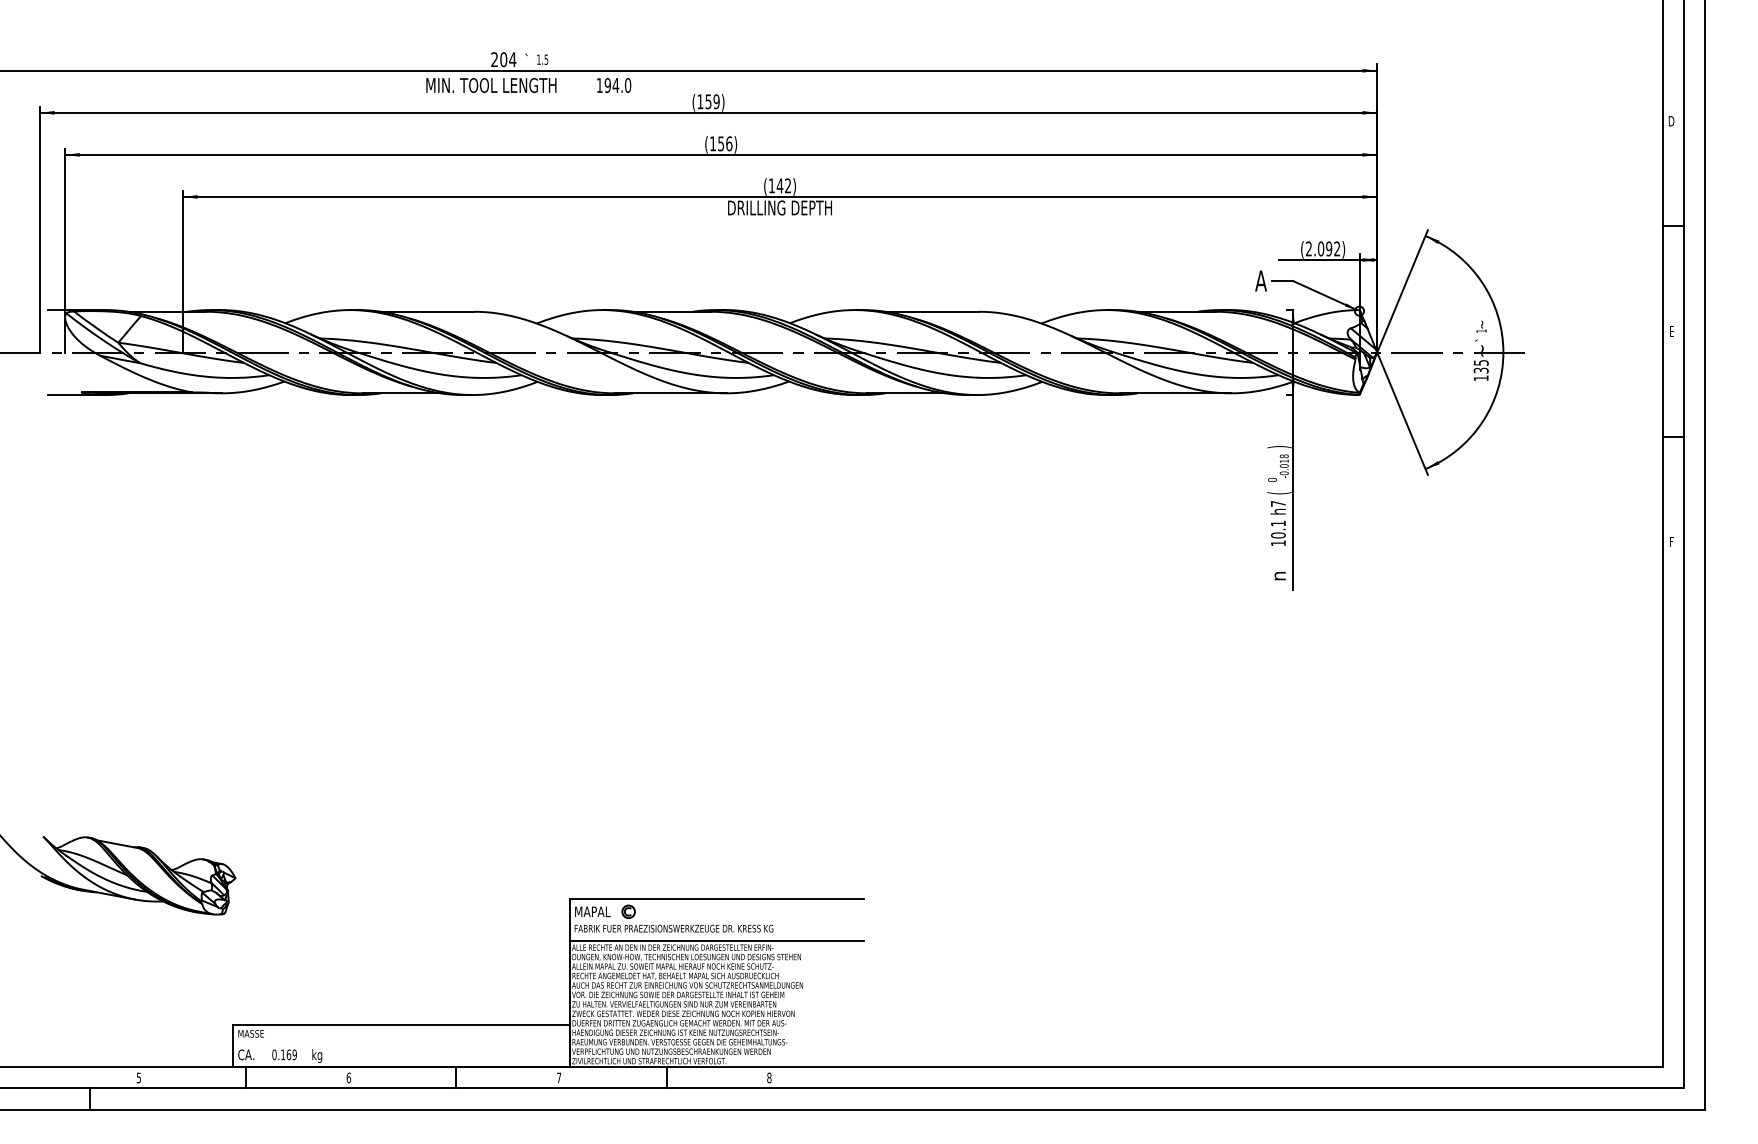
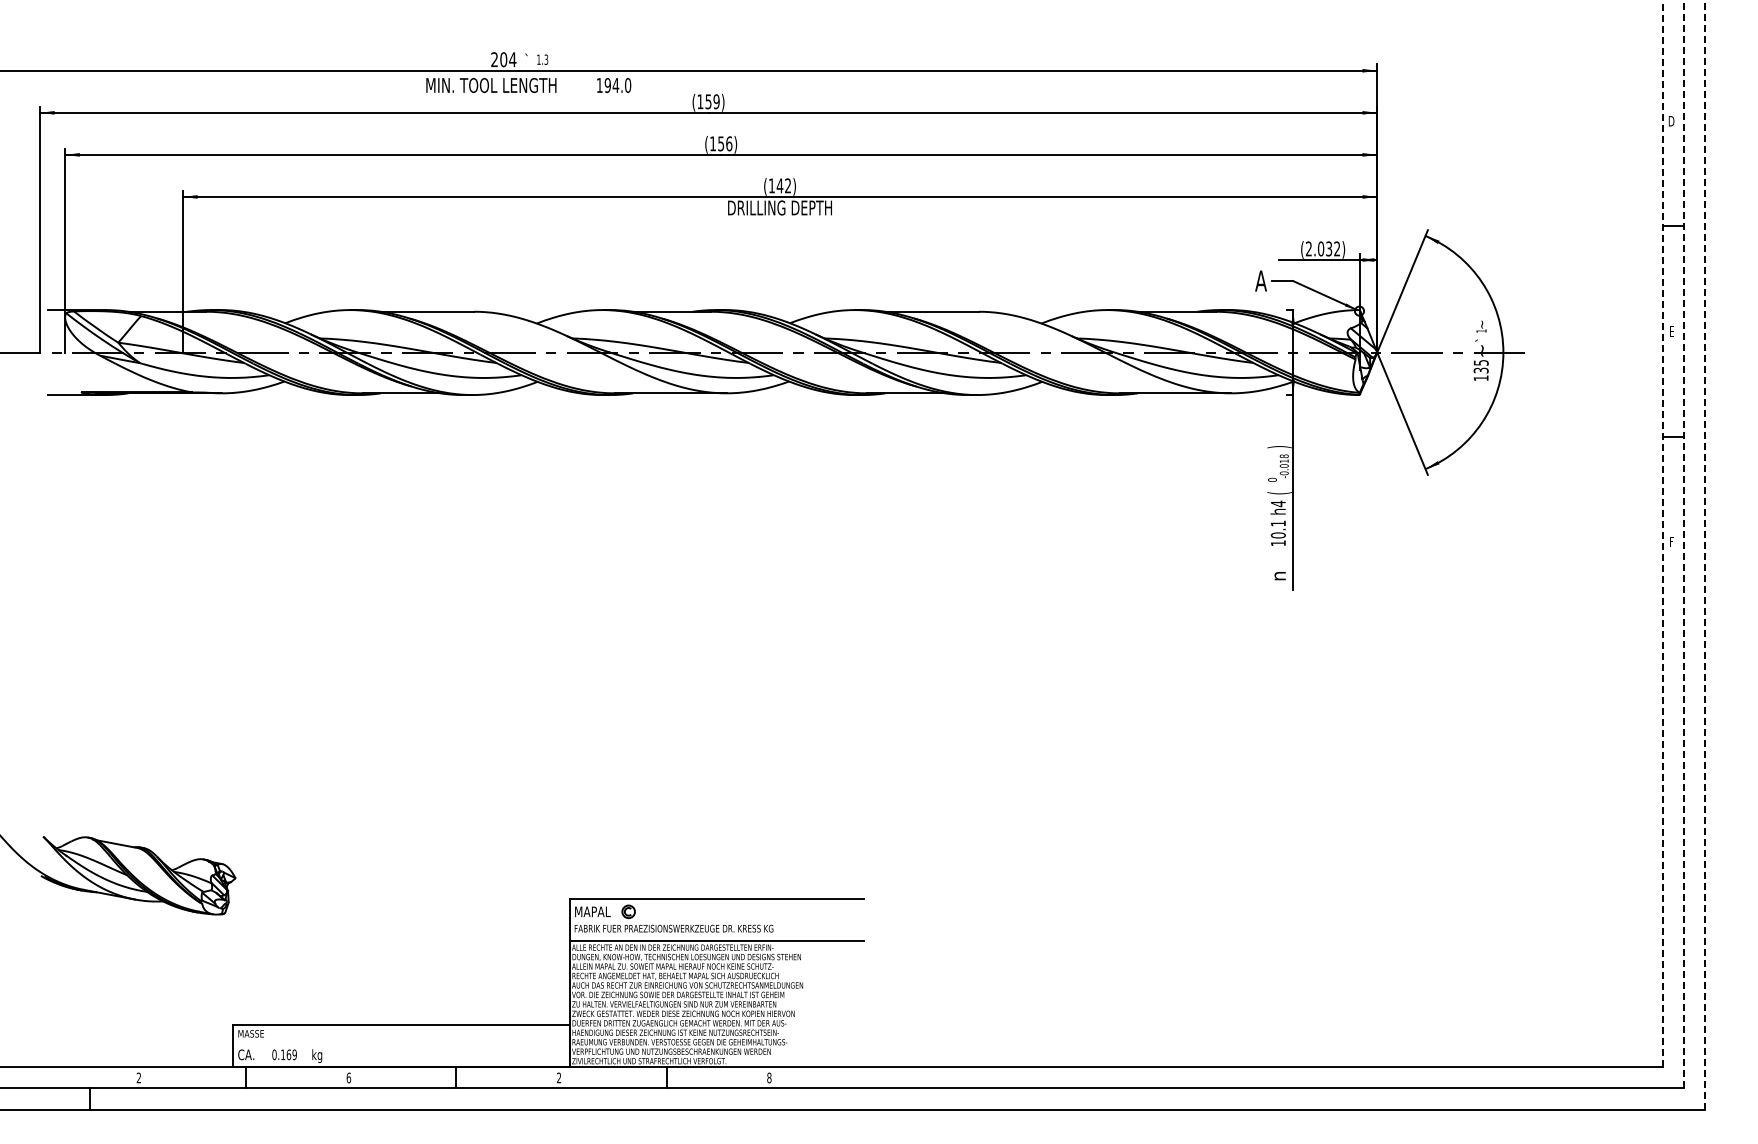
text at (546, 58): 1.5 -> 1.3
text at (1329, 248): (2.092) -> (2.032)
text at (1278, 503): h7 -> h4
line at (1663, 533): solid -> dashed
line at (1684, 544): solid -> dashed
line at (1705, 554): solid -> dashed
text at (138, 1077): 5 -> 2
text at (559, 1077): 7 -> 2
